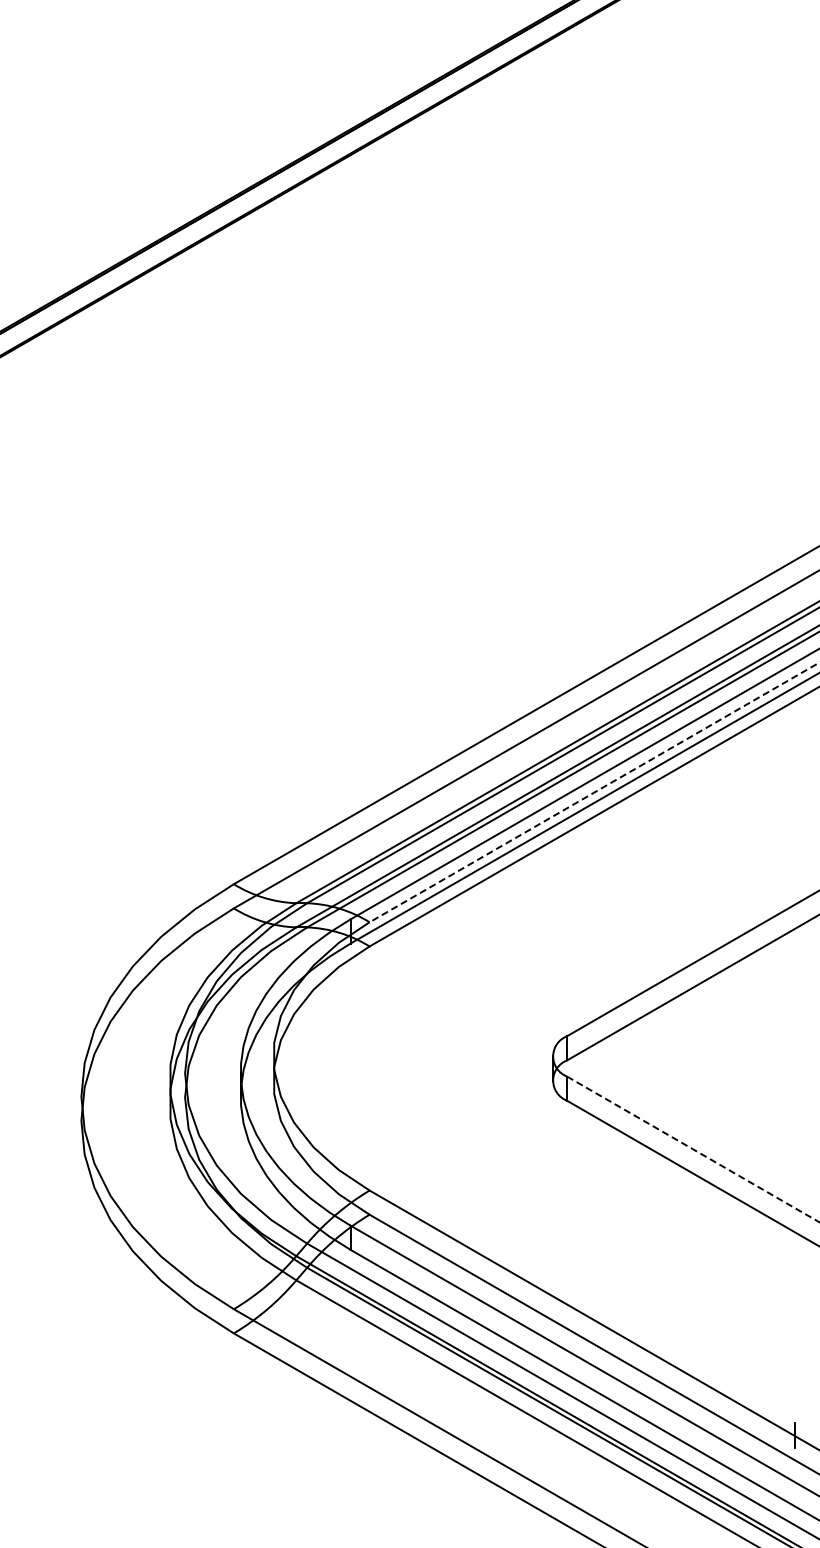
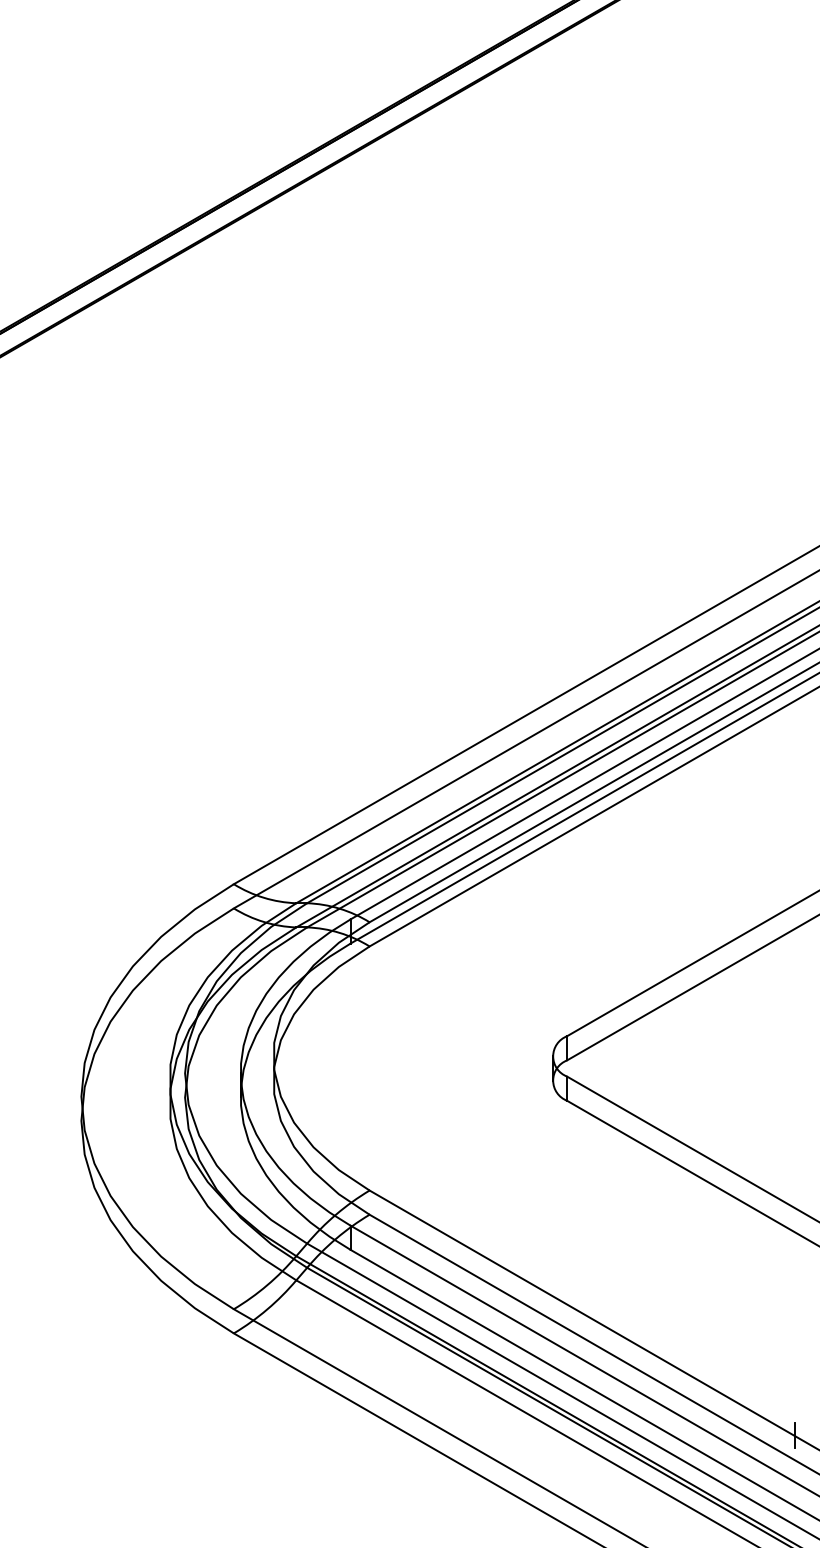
line at (594, 792): dashed -> solid
line at (693, 1149): dashed -> solid
